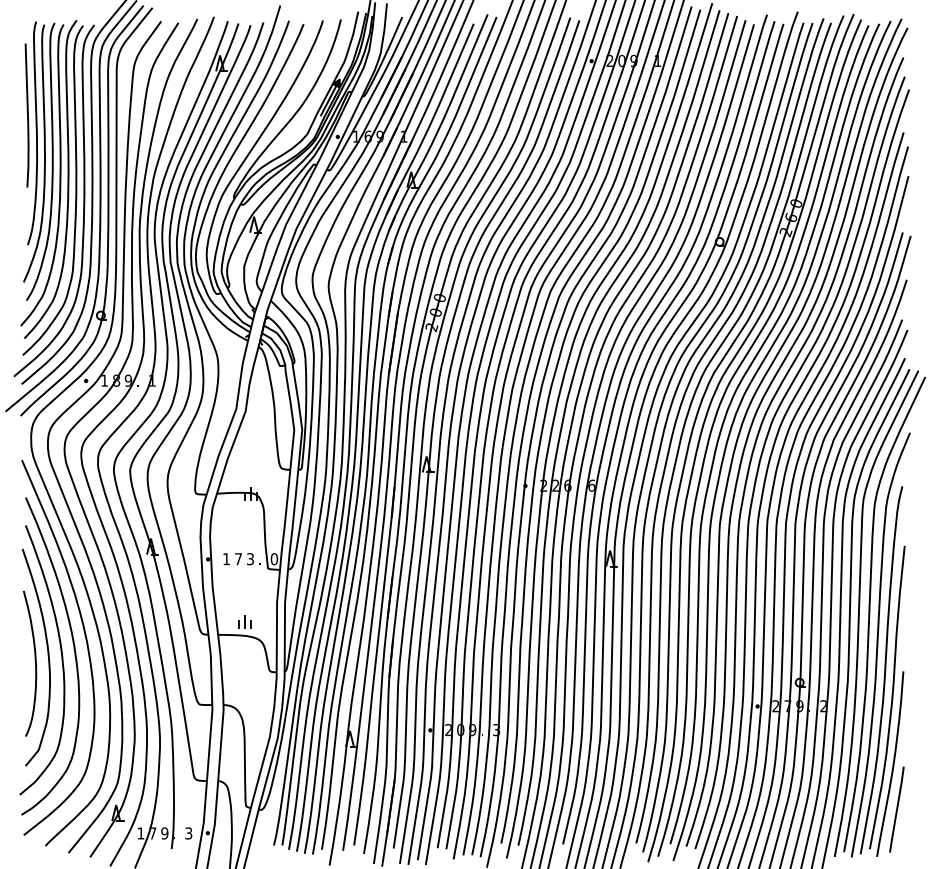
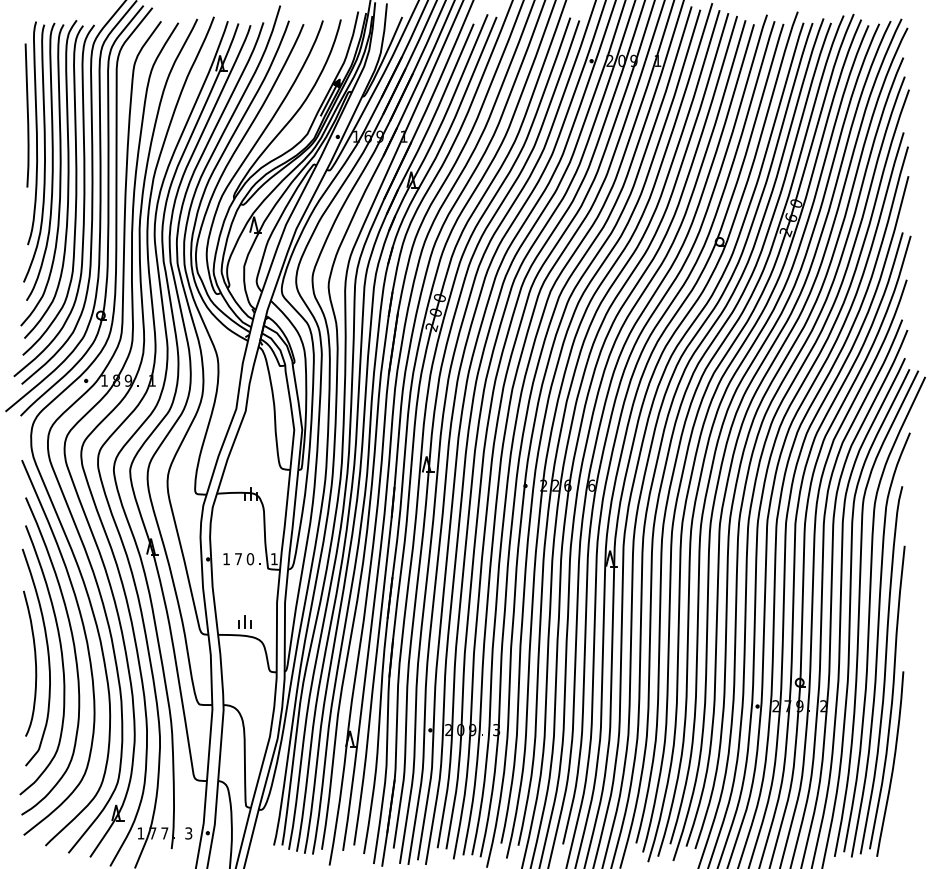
text at (250, 559): 3 -> 0
text at (274, 559): 0 -> 1
line at (896, 809): present -> none
text at (164, 833): 9 -> 7
